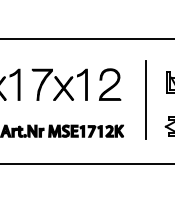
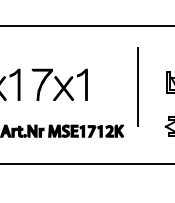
line at (86, 38) position: (86, 38) -> (86, 25)
part at (110, 84): present -> none
line at (145, 99) position: (145, 99) -> (137, 86)
